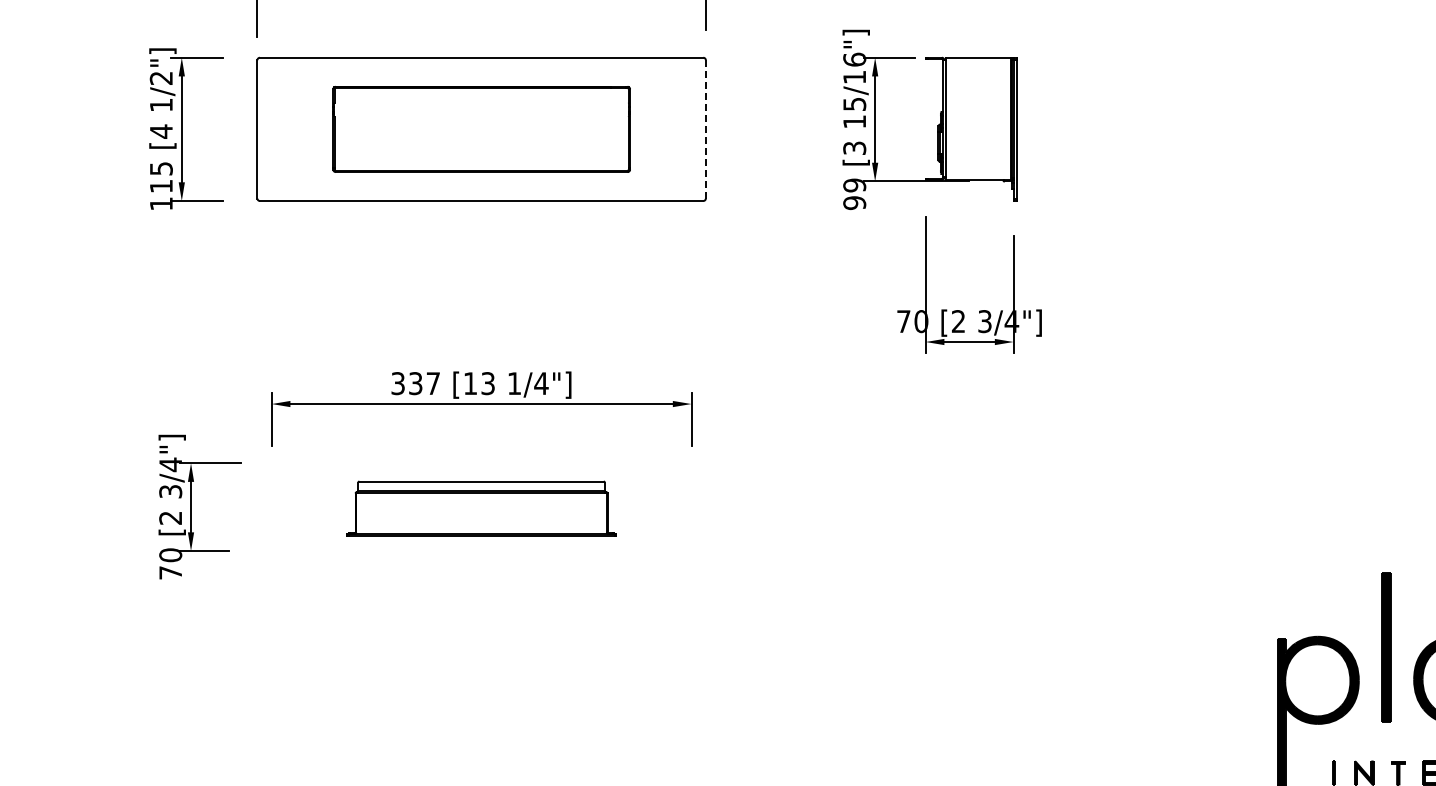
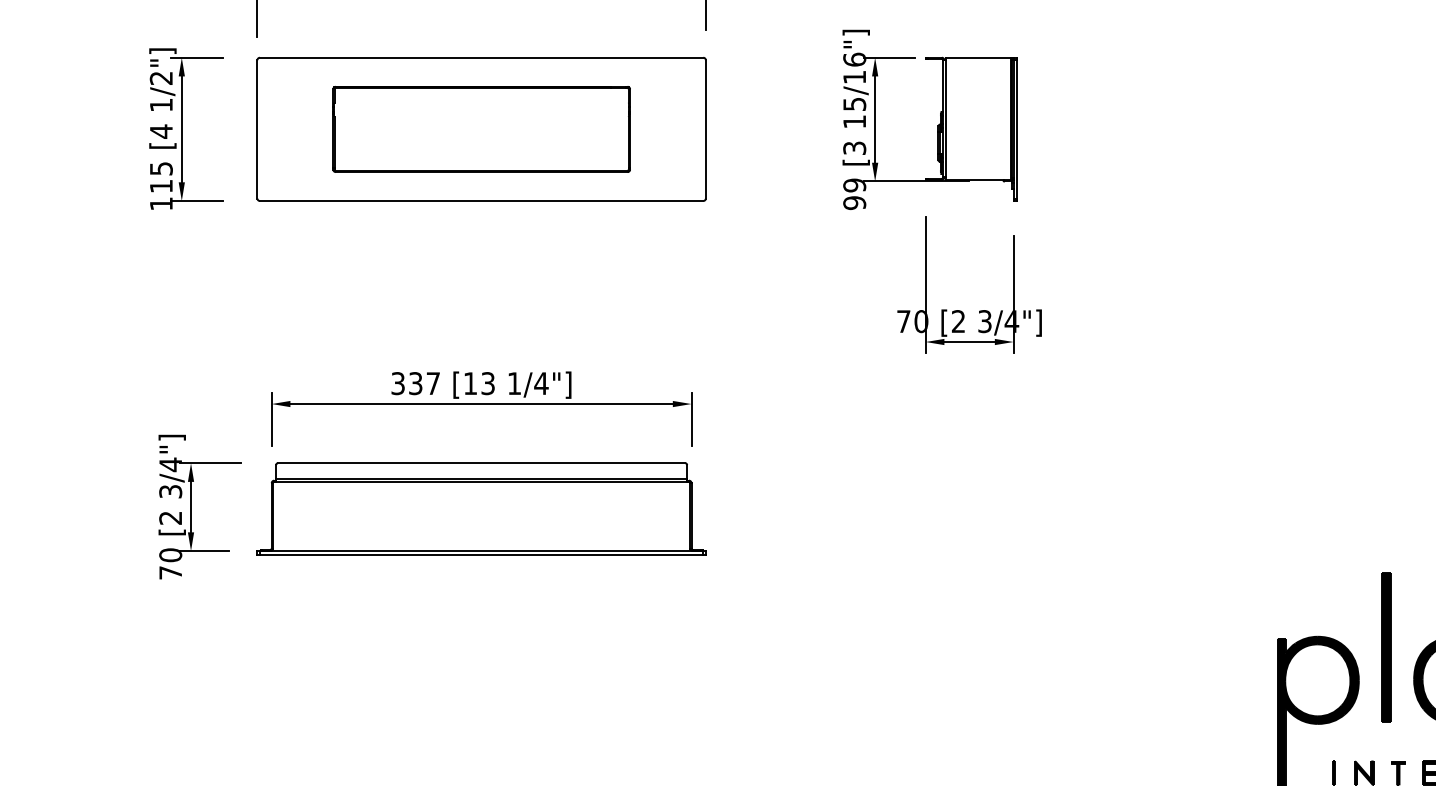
line at (705, 128): dashed -> solid
part at (481, 508) size: 271x57 px -> 451x94 px
